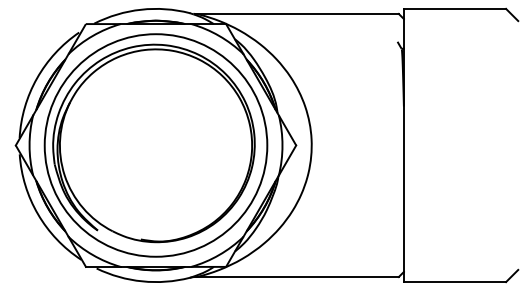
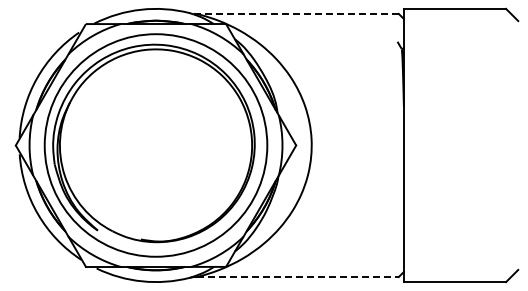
line at (297, 13): solid -> dashed
line at (297, 277): solid -> dashed
